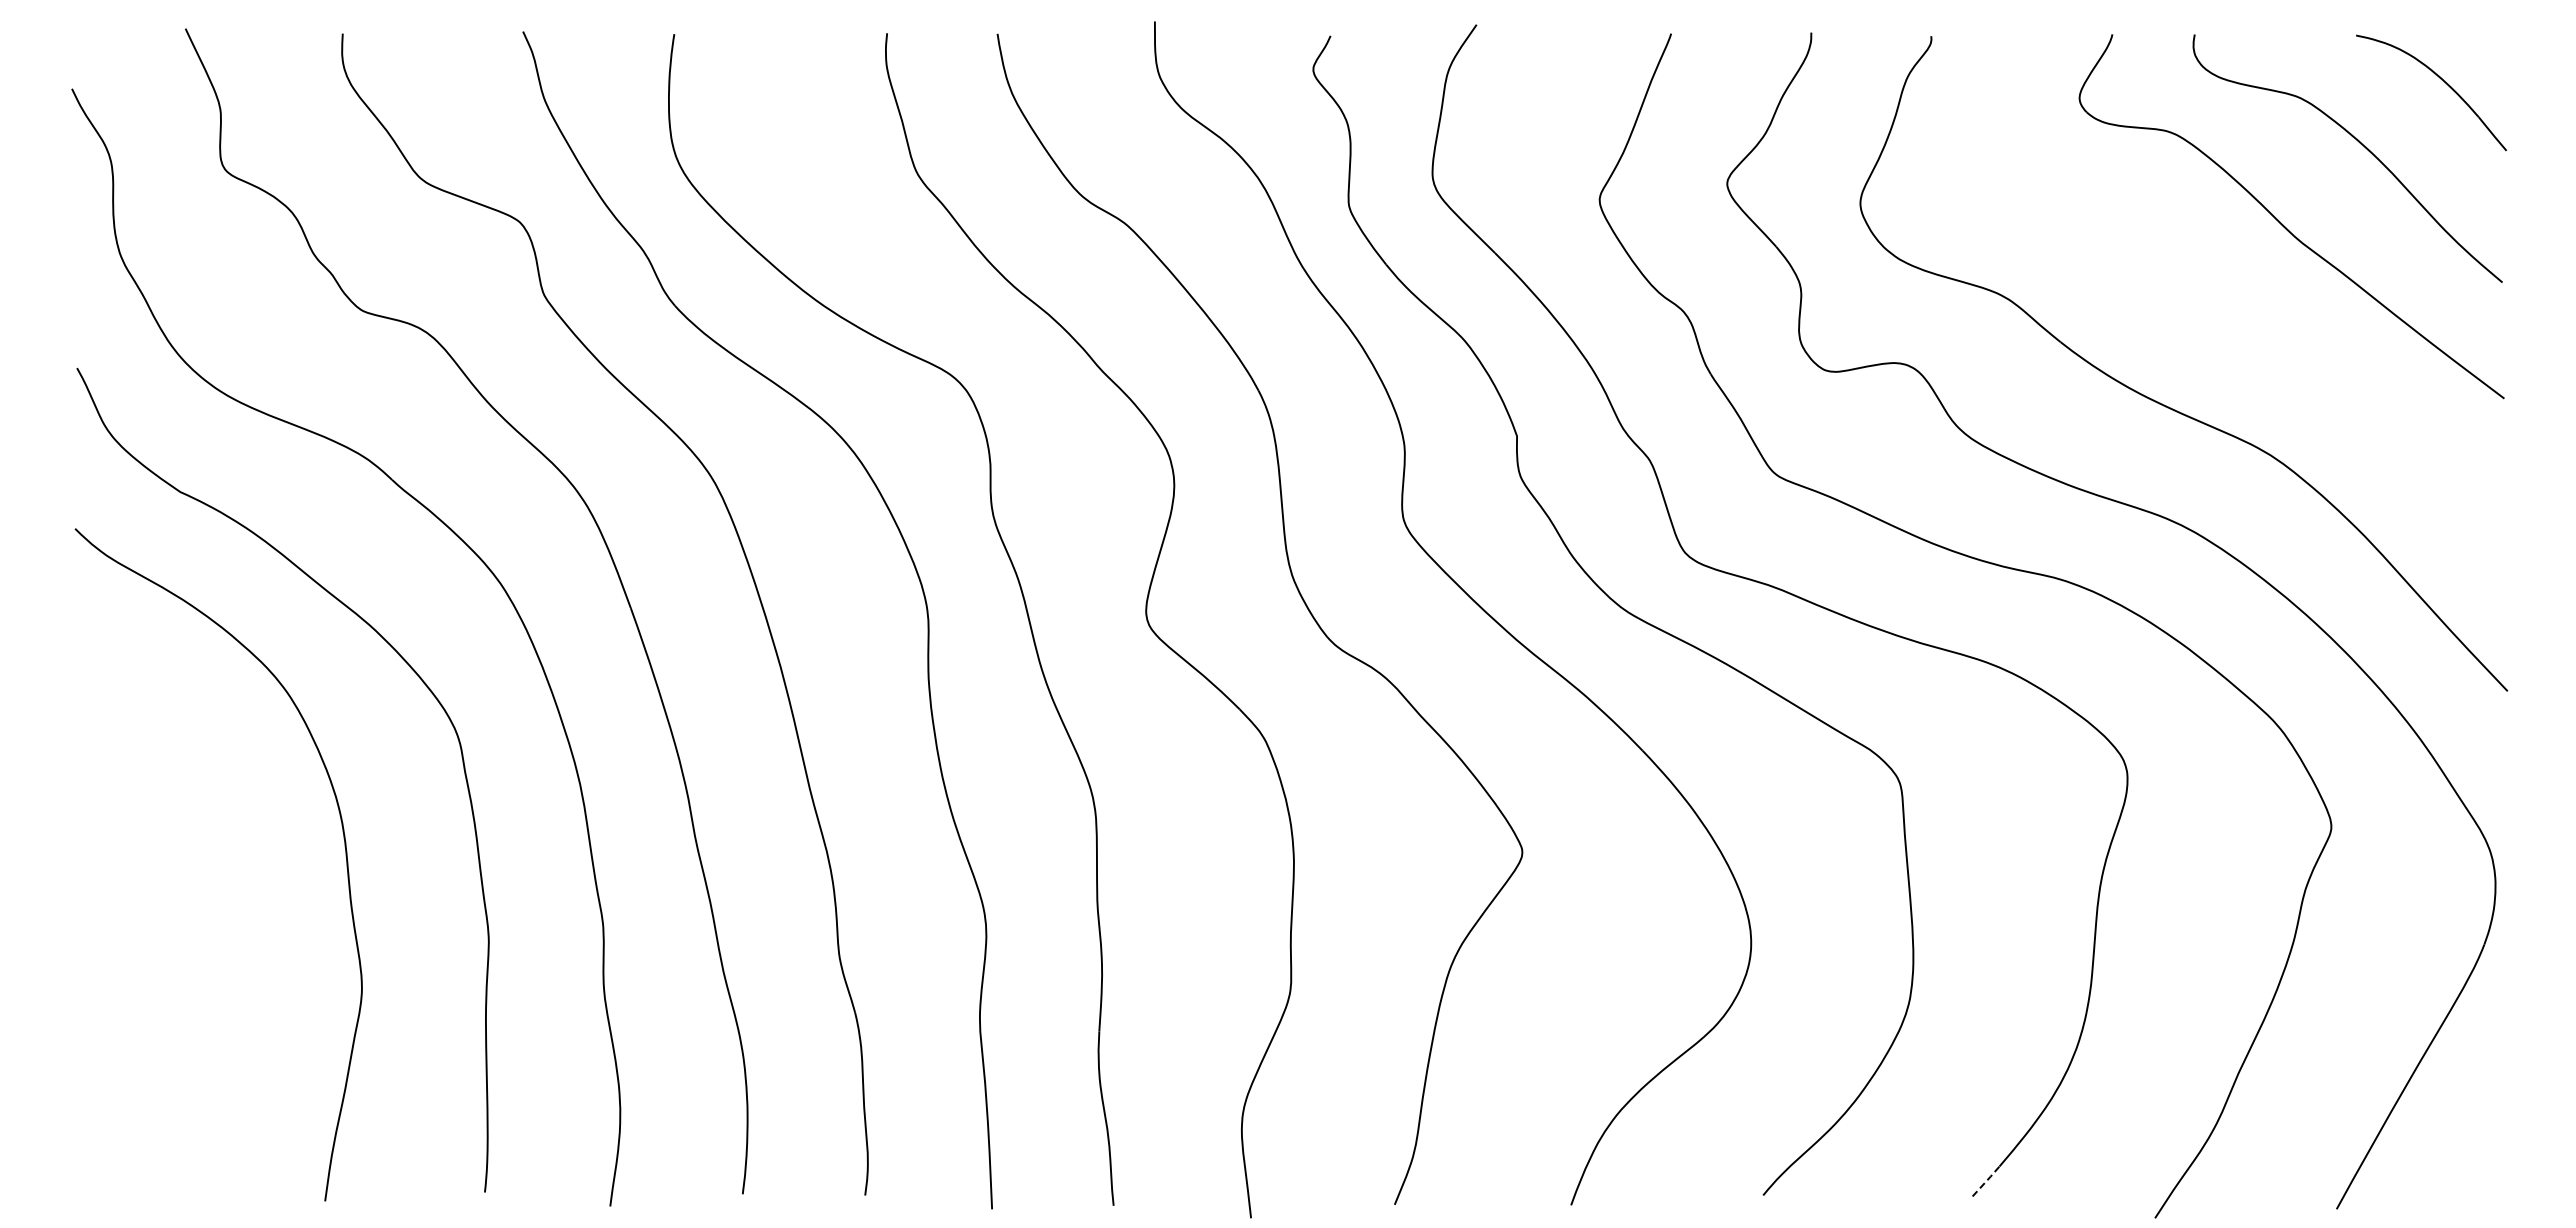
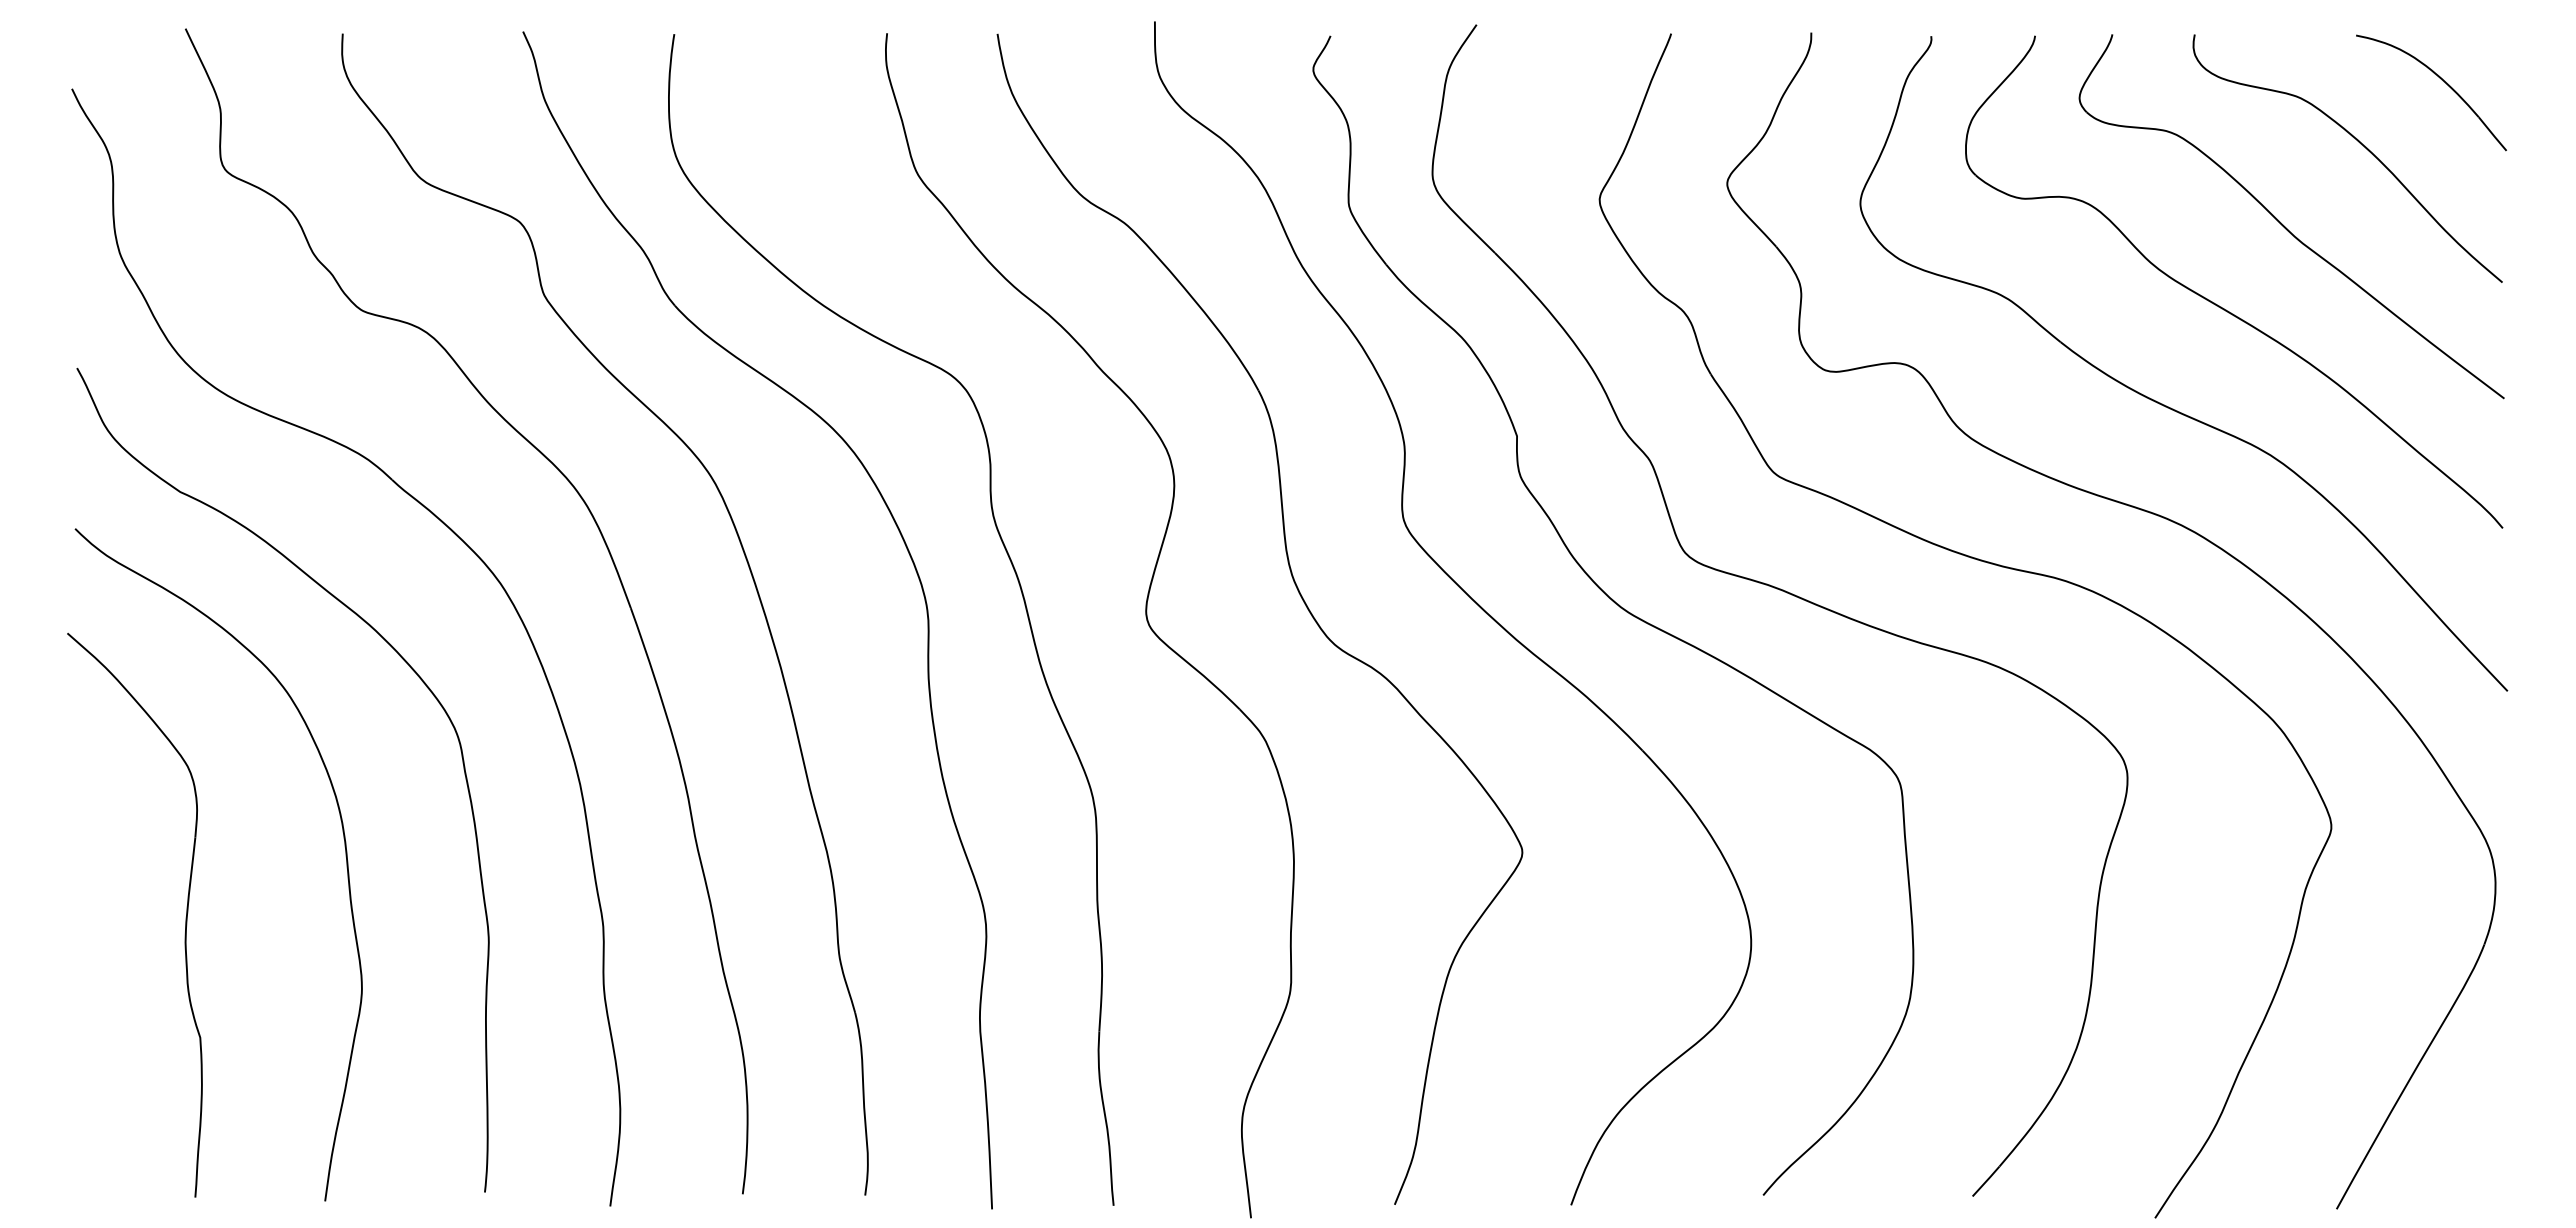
part at (2221, 306): none -> present
part at (185, 917): none -> present
line at (1986, 1181): dashed -> solid
